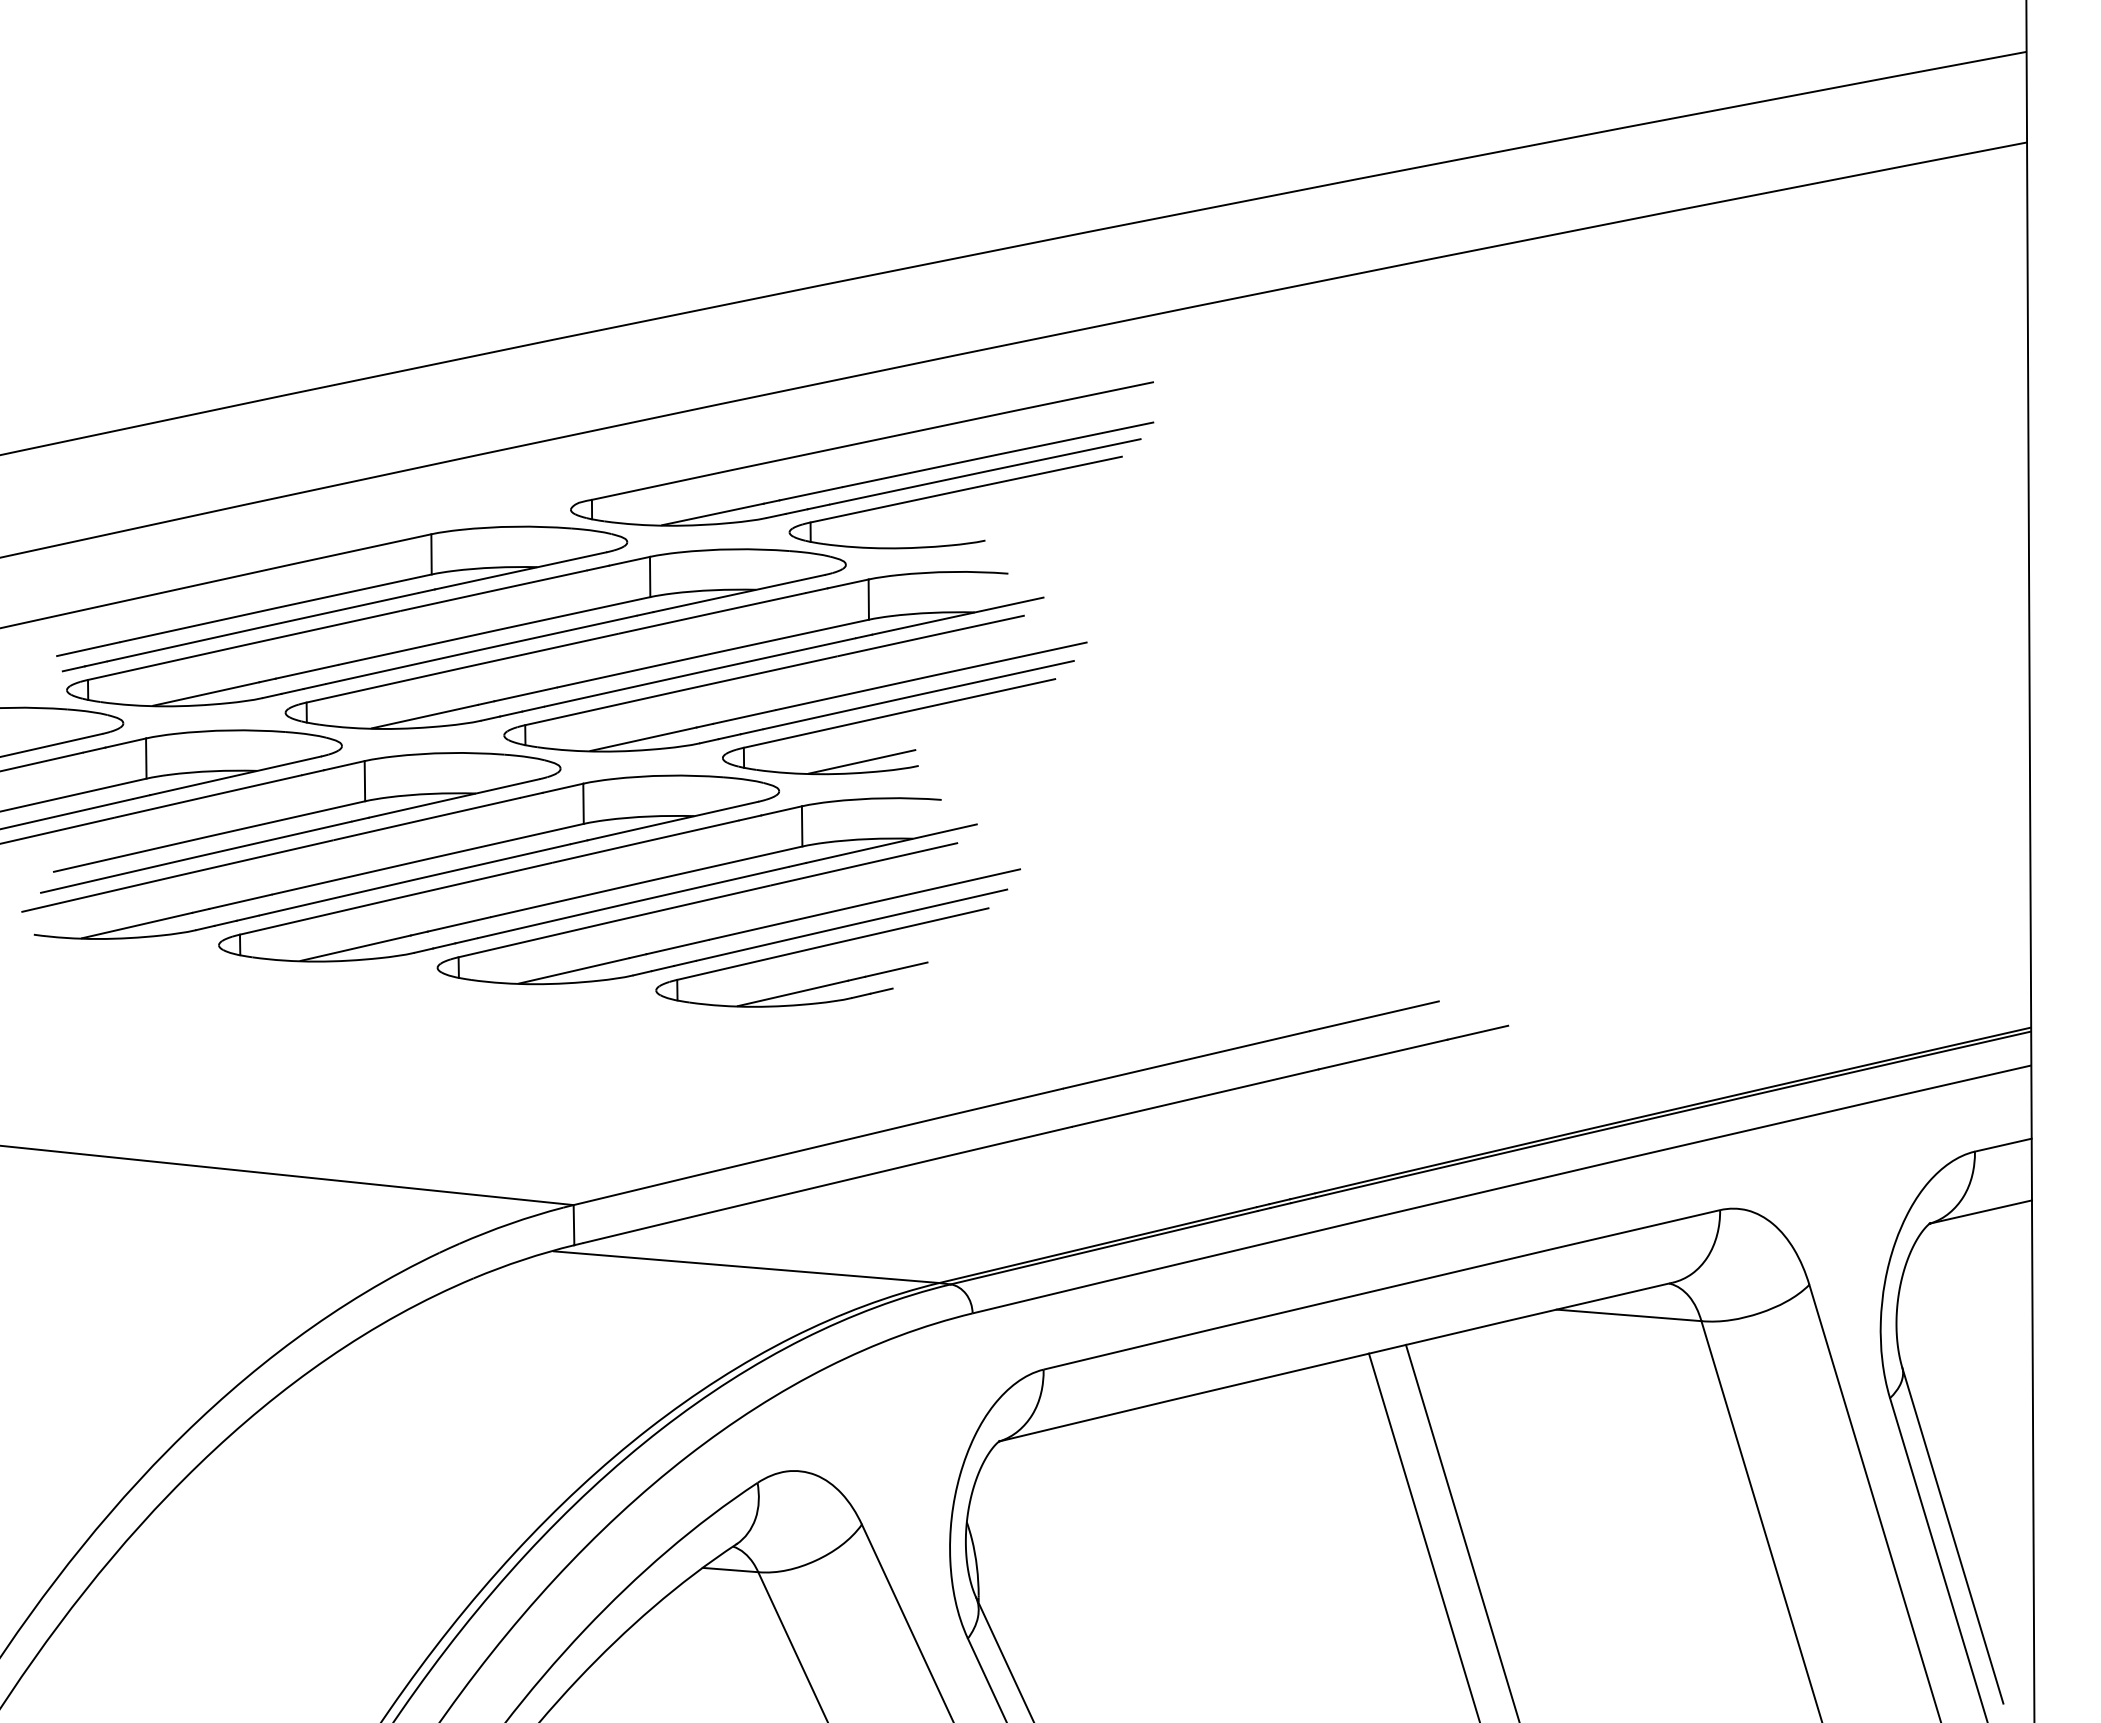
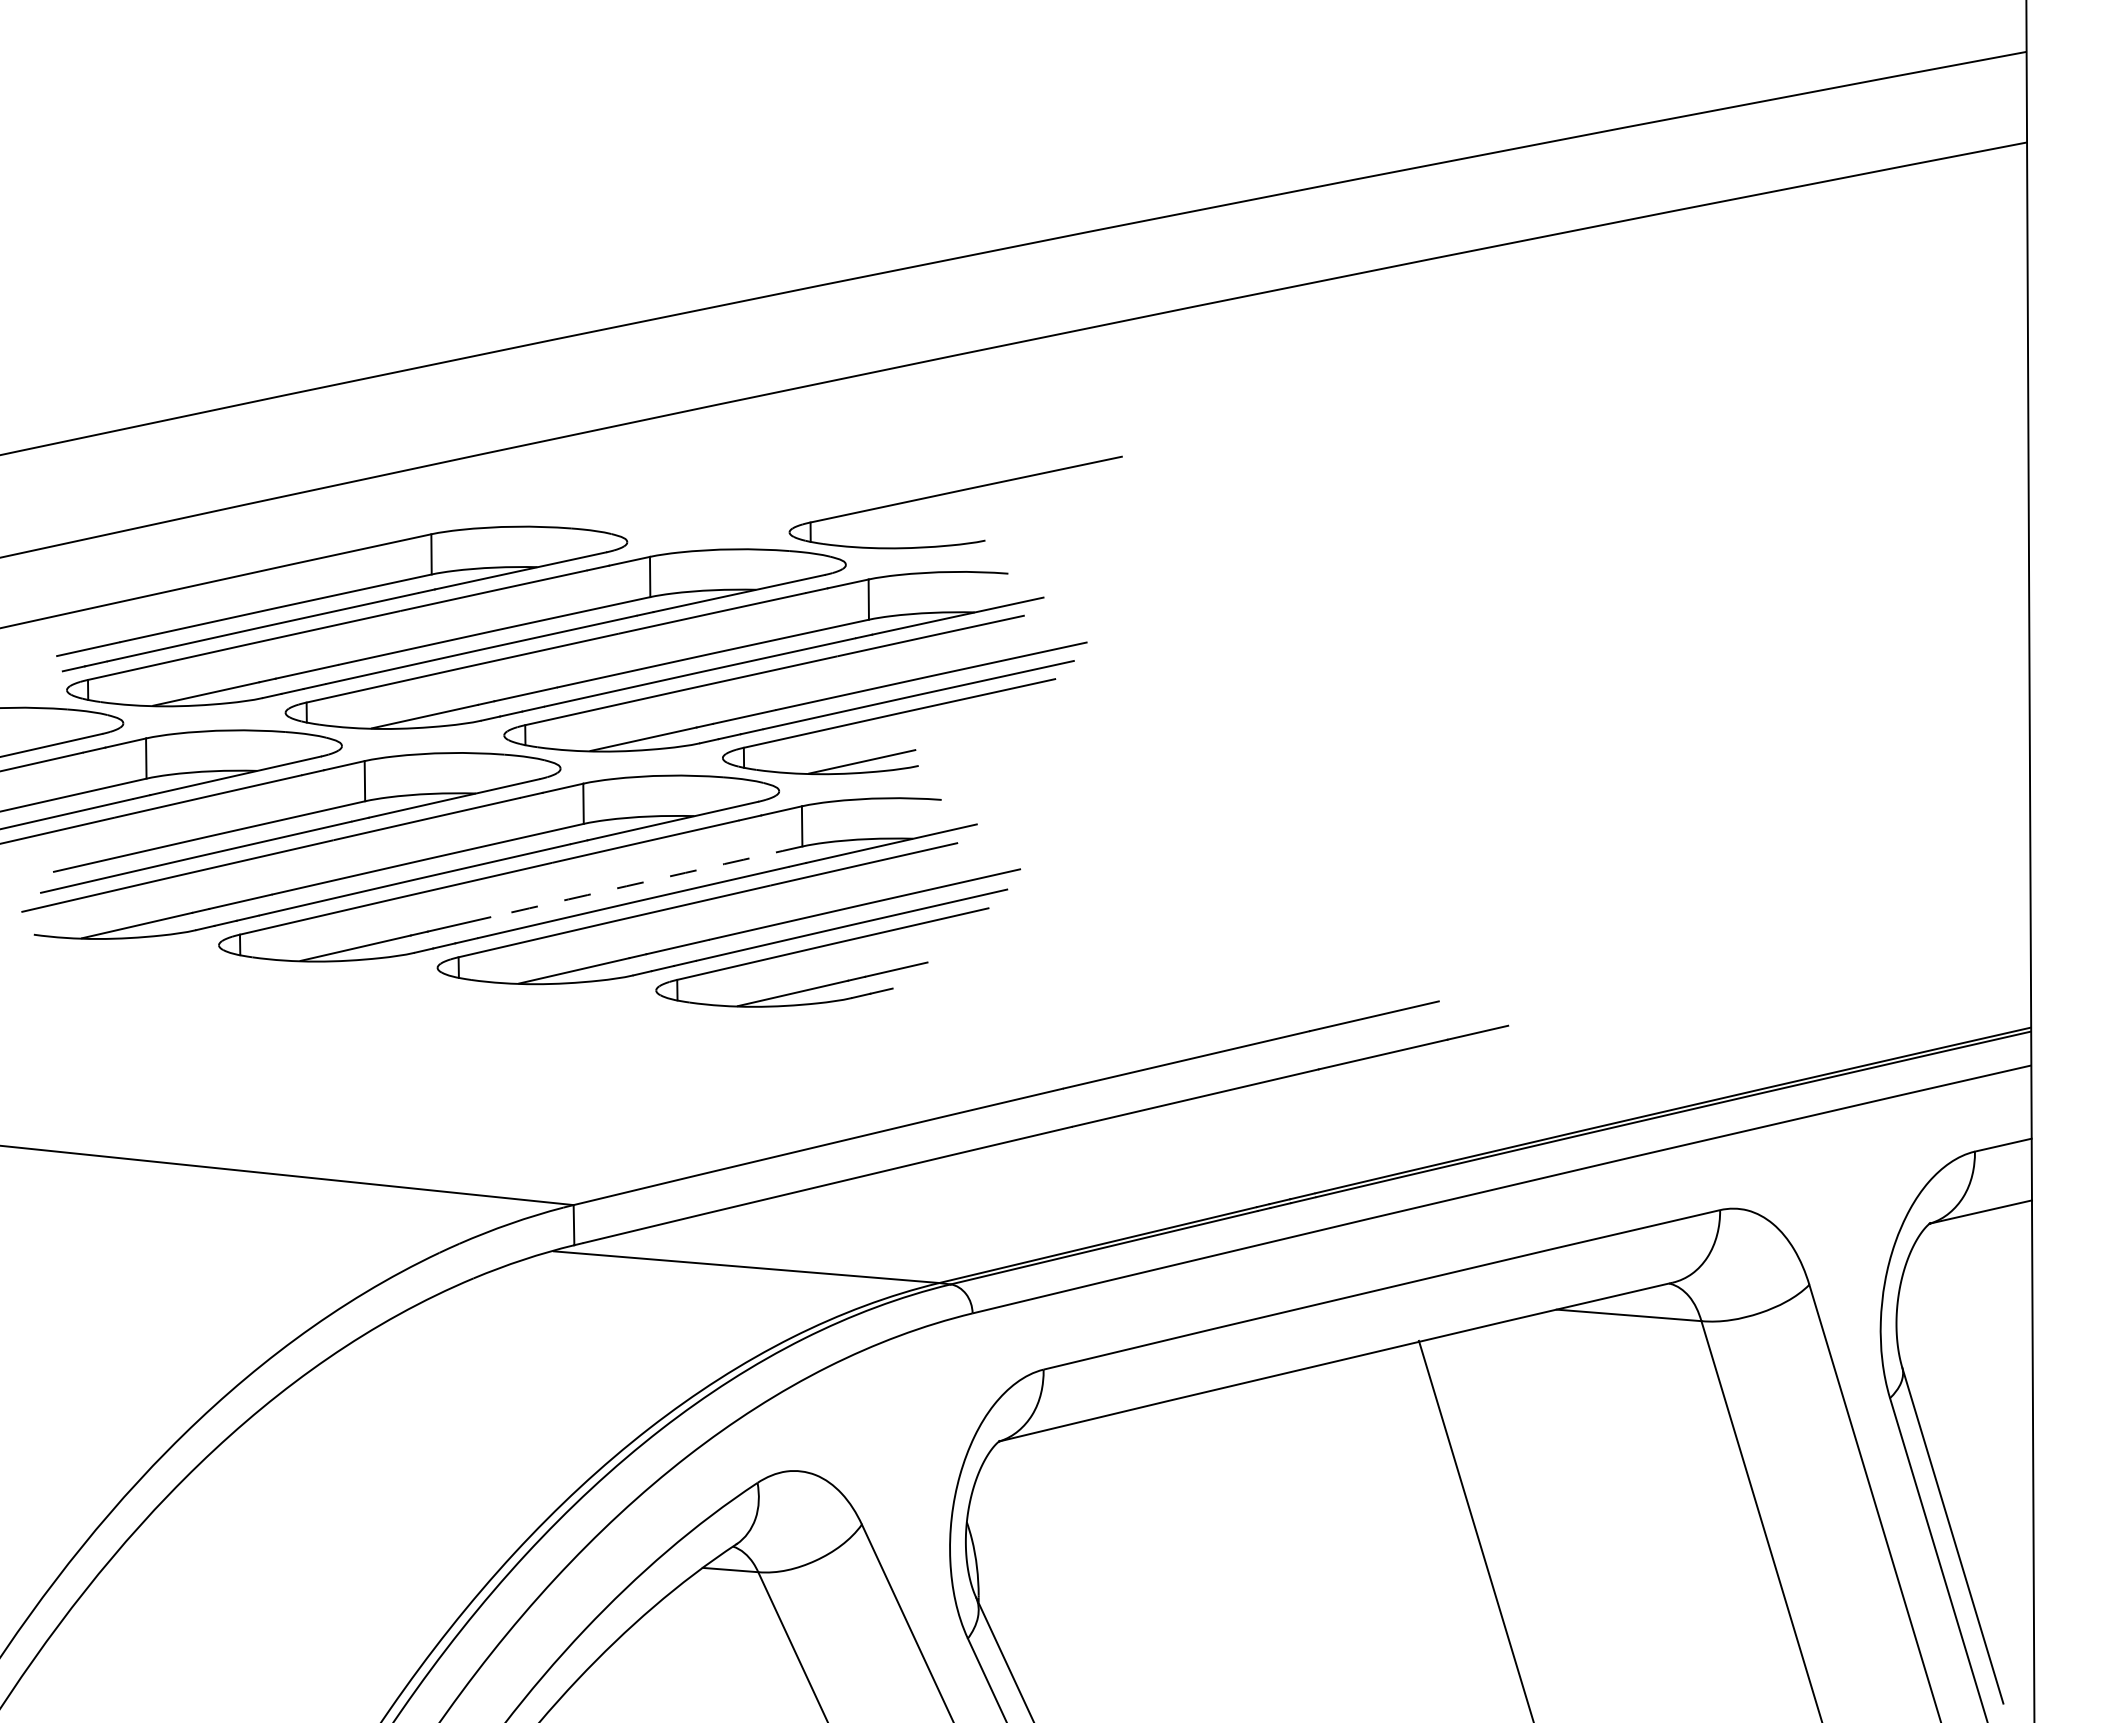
part at (860, 444): present -> none
arc at (646, 881): solid -> dashed
line at (1461, 1531) position: (1461, 1531) -> (1475, 1529)
line at (1423, 1536): present -> none
